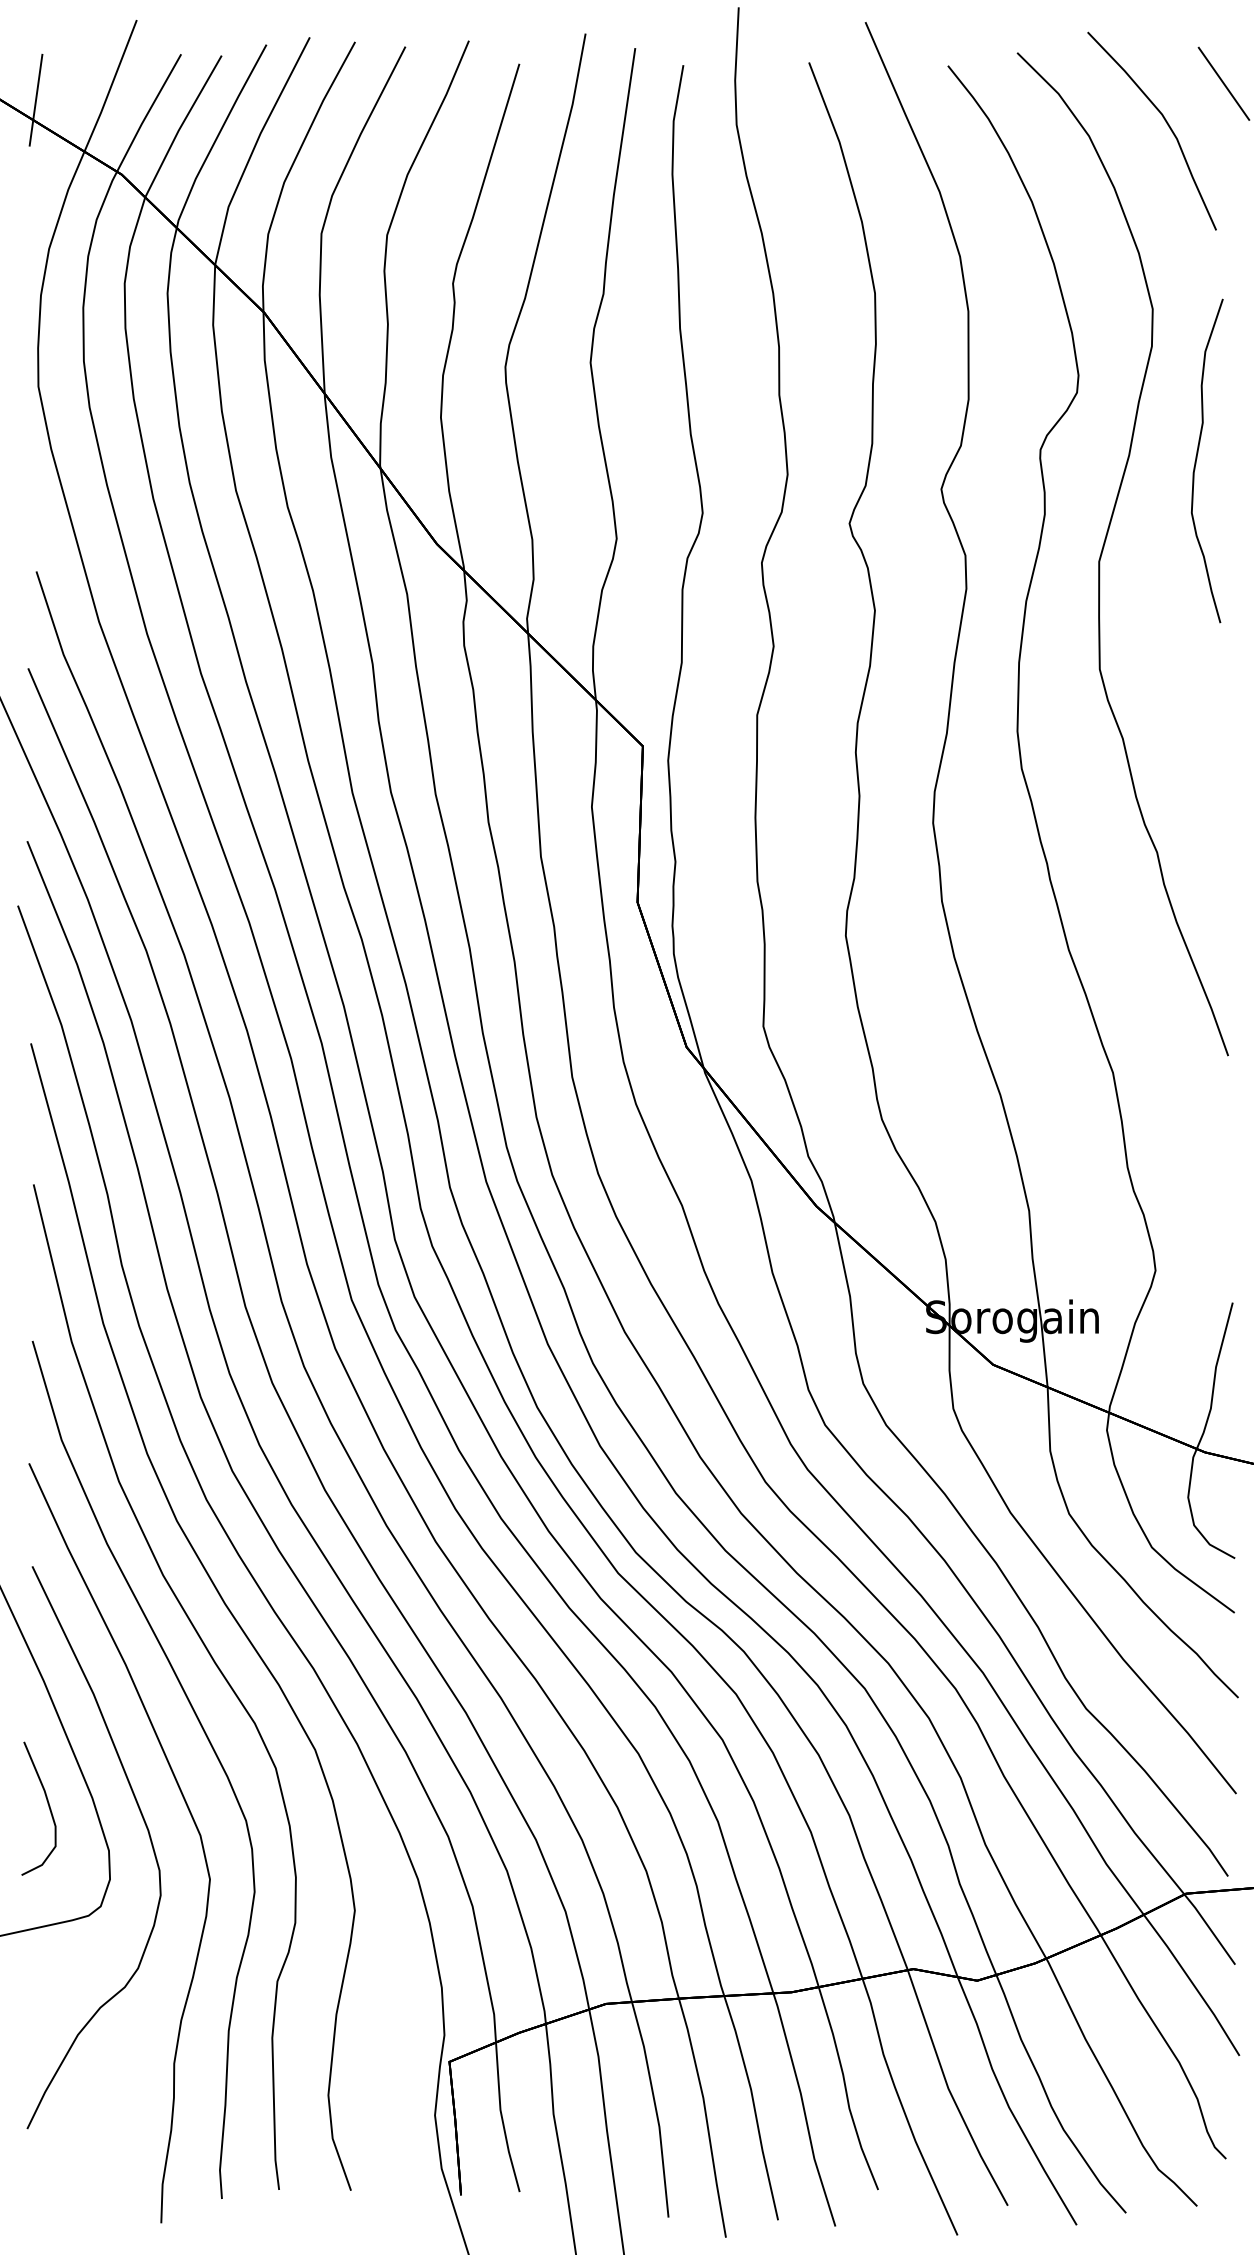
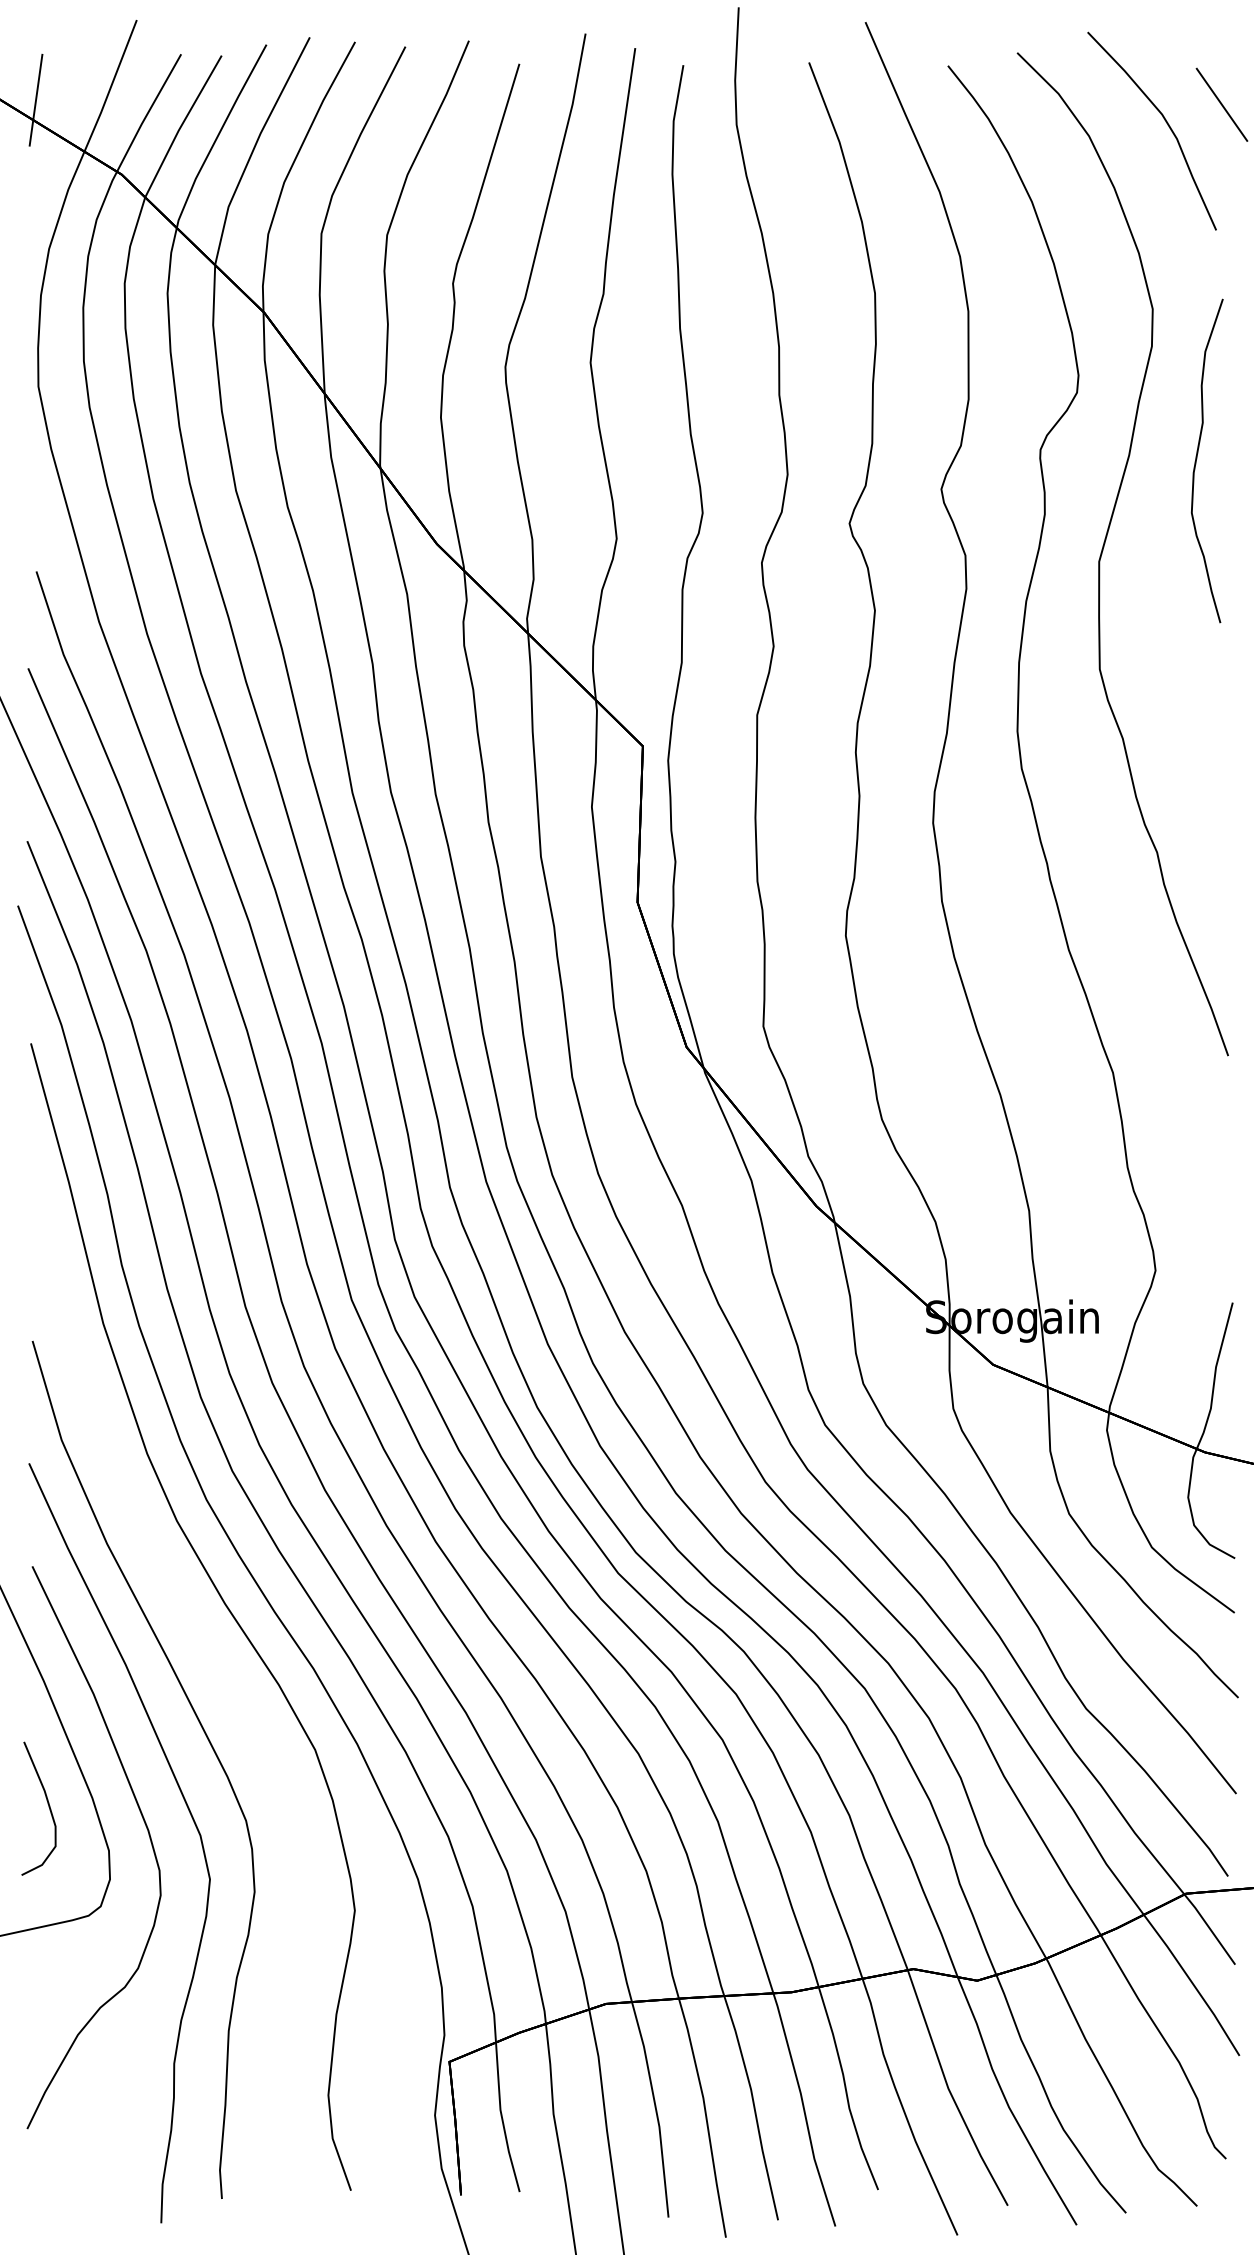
line at (1223, 83) position: (1223, 83) -> (1221, 104)
curve at (210, 1657): present -> none
